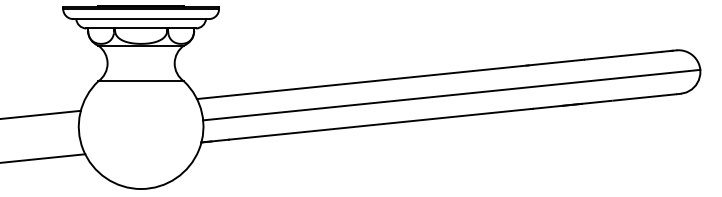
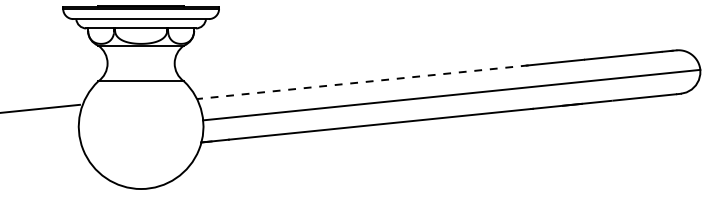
line at (362, 82): solid -> dashed
line at (41, 114) position: (41, 114) -> (40, 108)
line at (43, 158): present -> none
